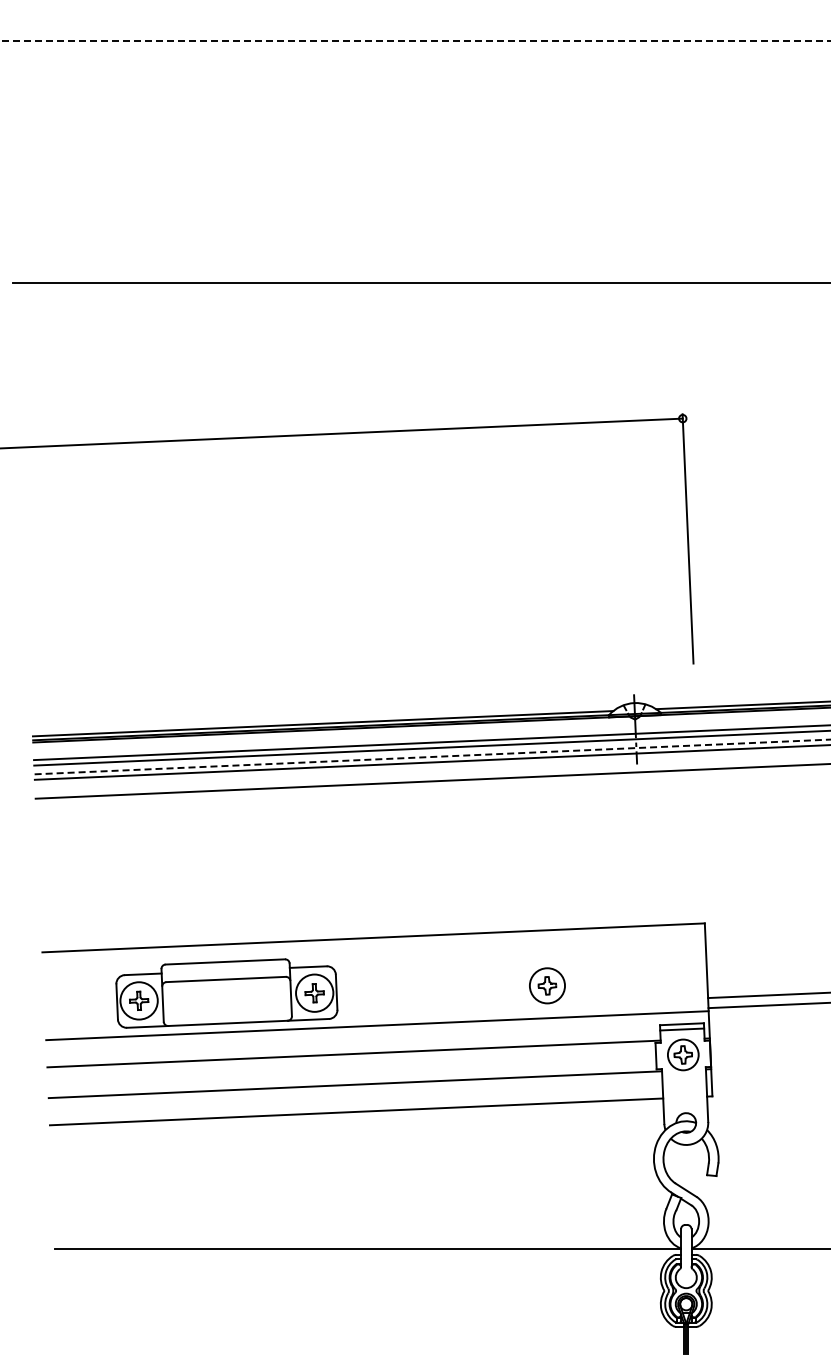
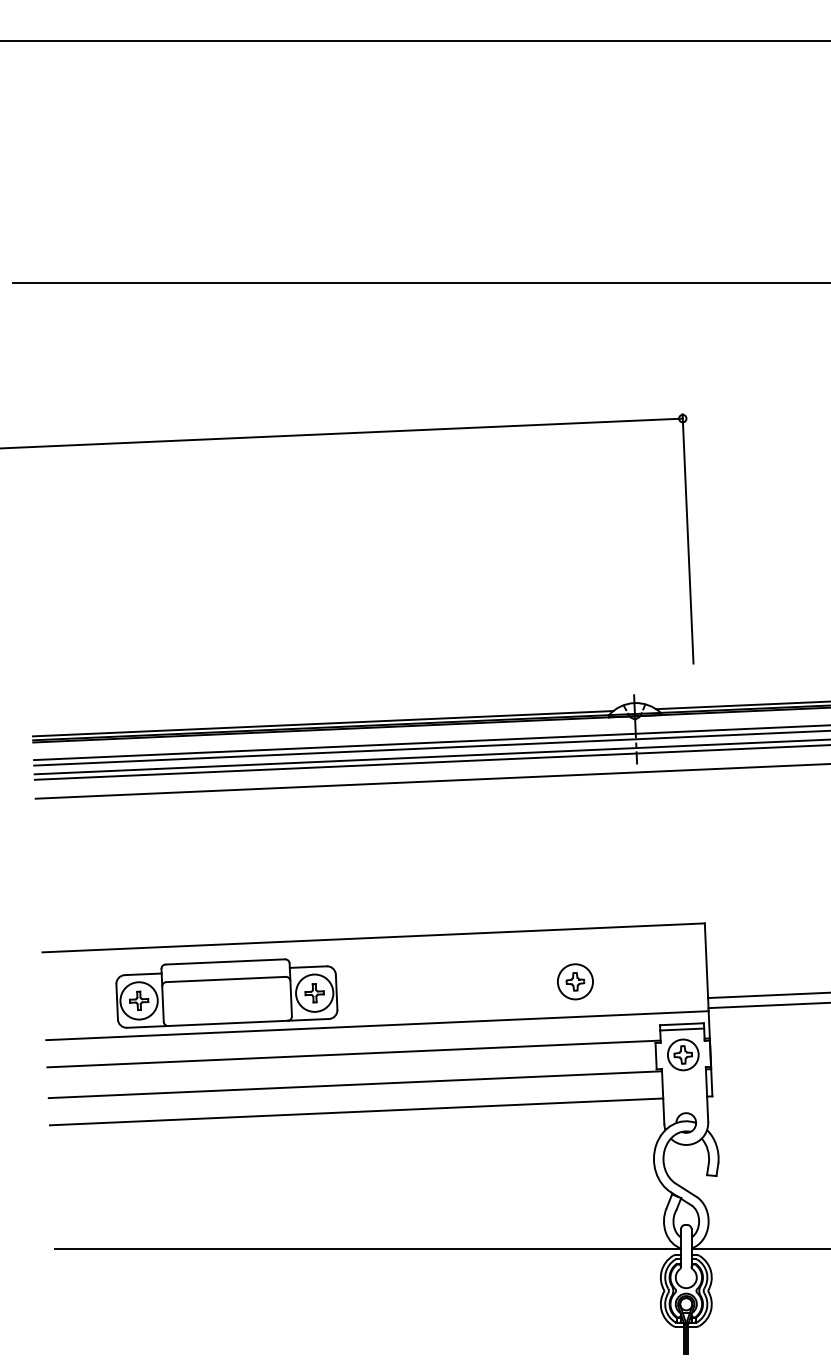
line at (415, 41): dashed -> solid
line at (433, 756): dashed -> solid
part at (547, 985) position: (547, 985) -> (575, 981)
